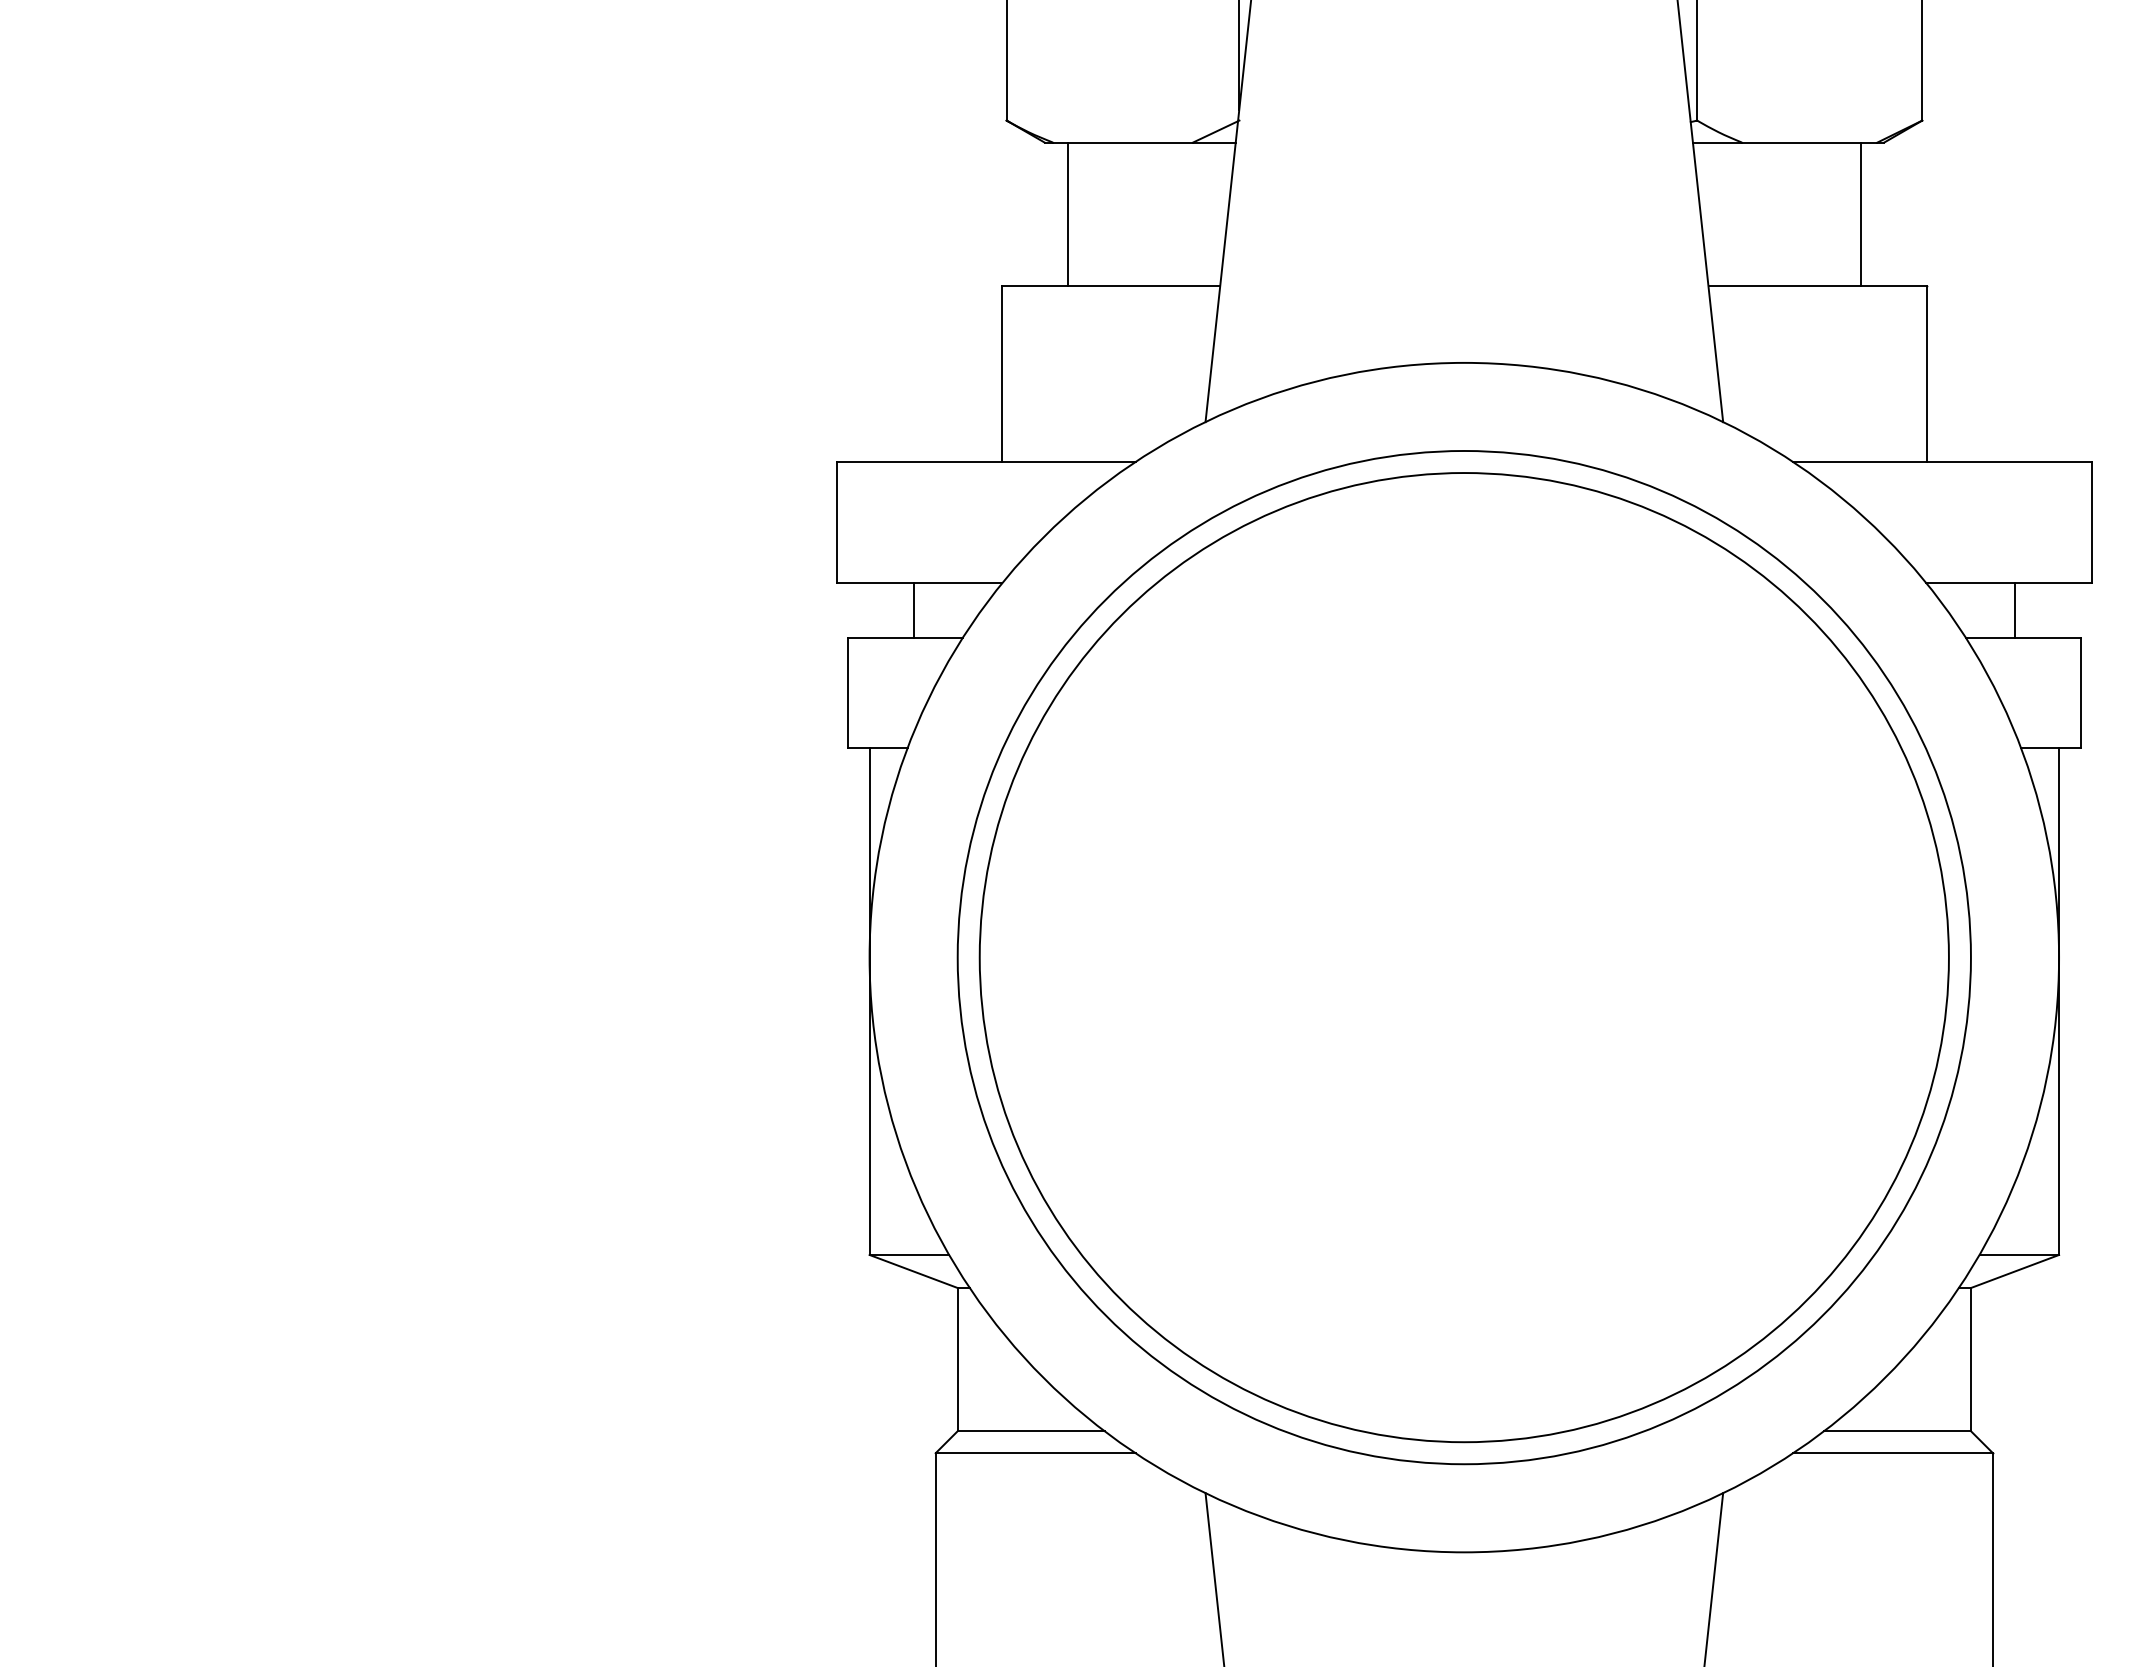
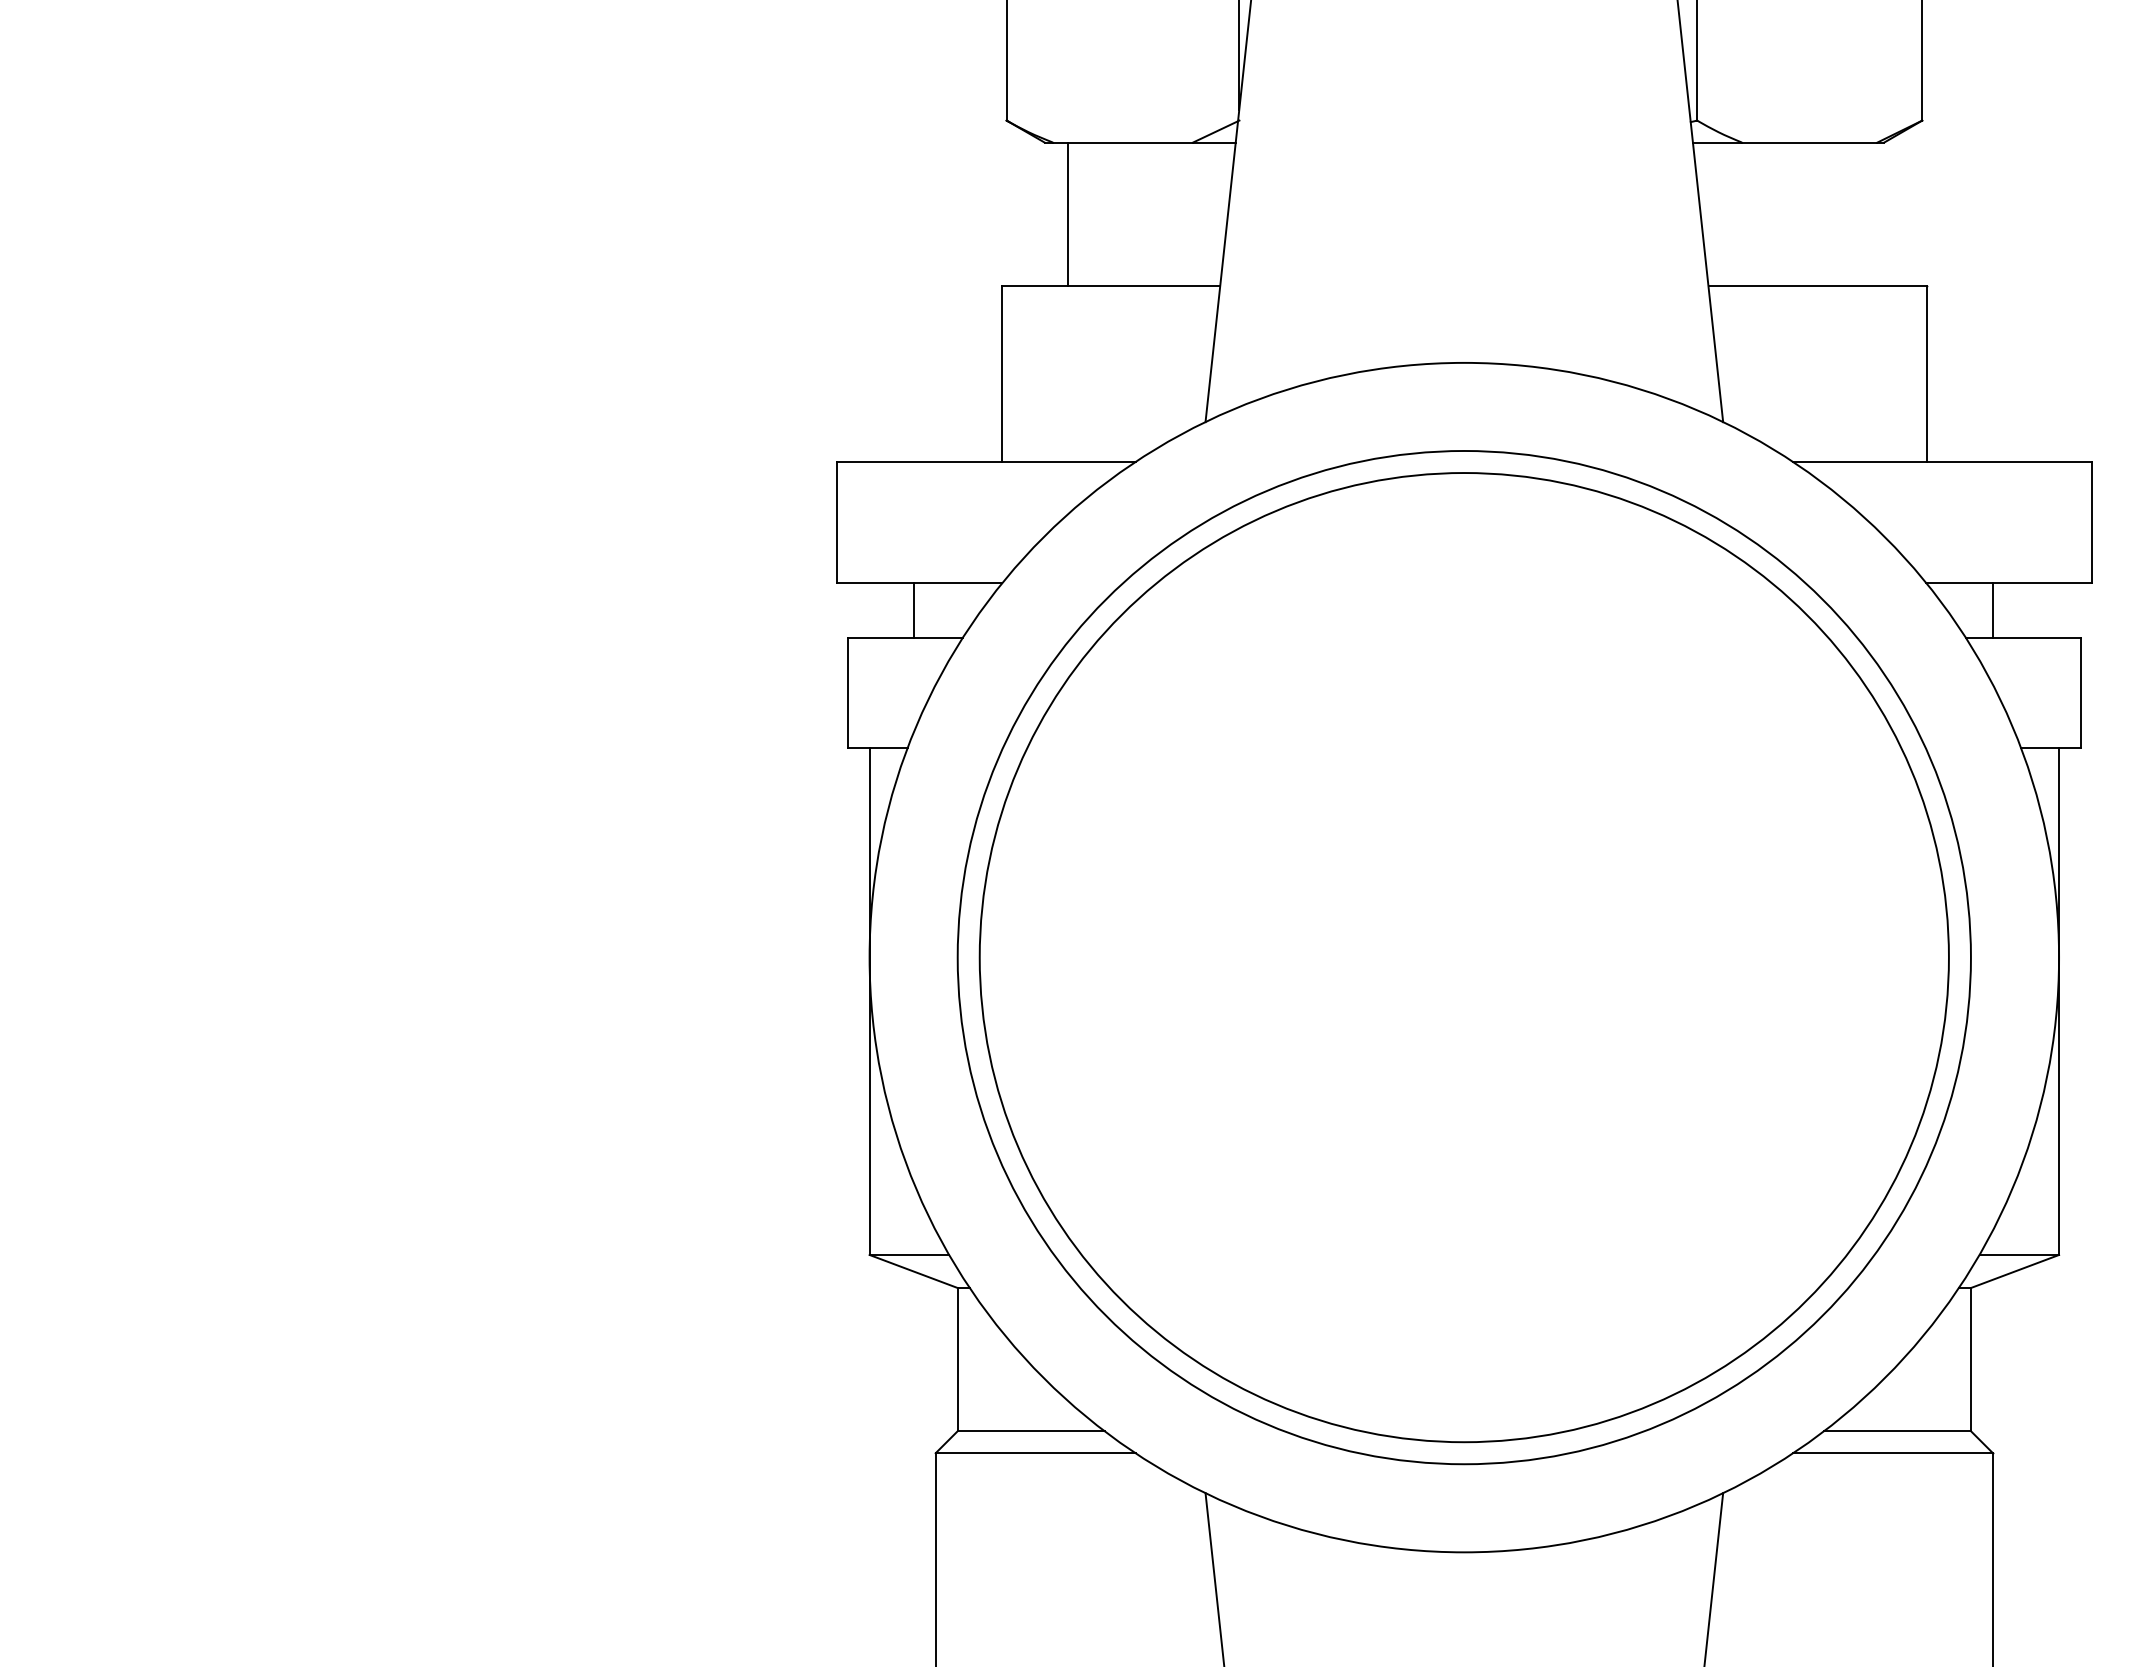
line at (1860, 213): present -> none
line at (2015, 610) position: (2015, 610) -> (1993, 610)
